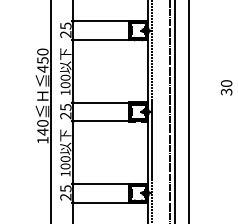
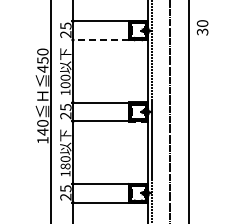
line at (99, 40): solid -> dashed
text at (226, 87) position: (226, 87) -> (202, 27)
line at (175, 111): present -> none
text at (65, 166): 100 -> 180
